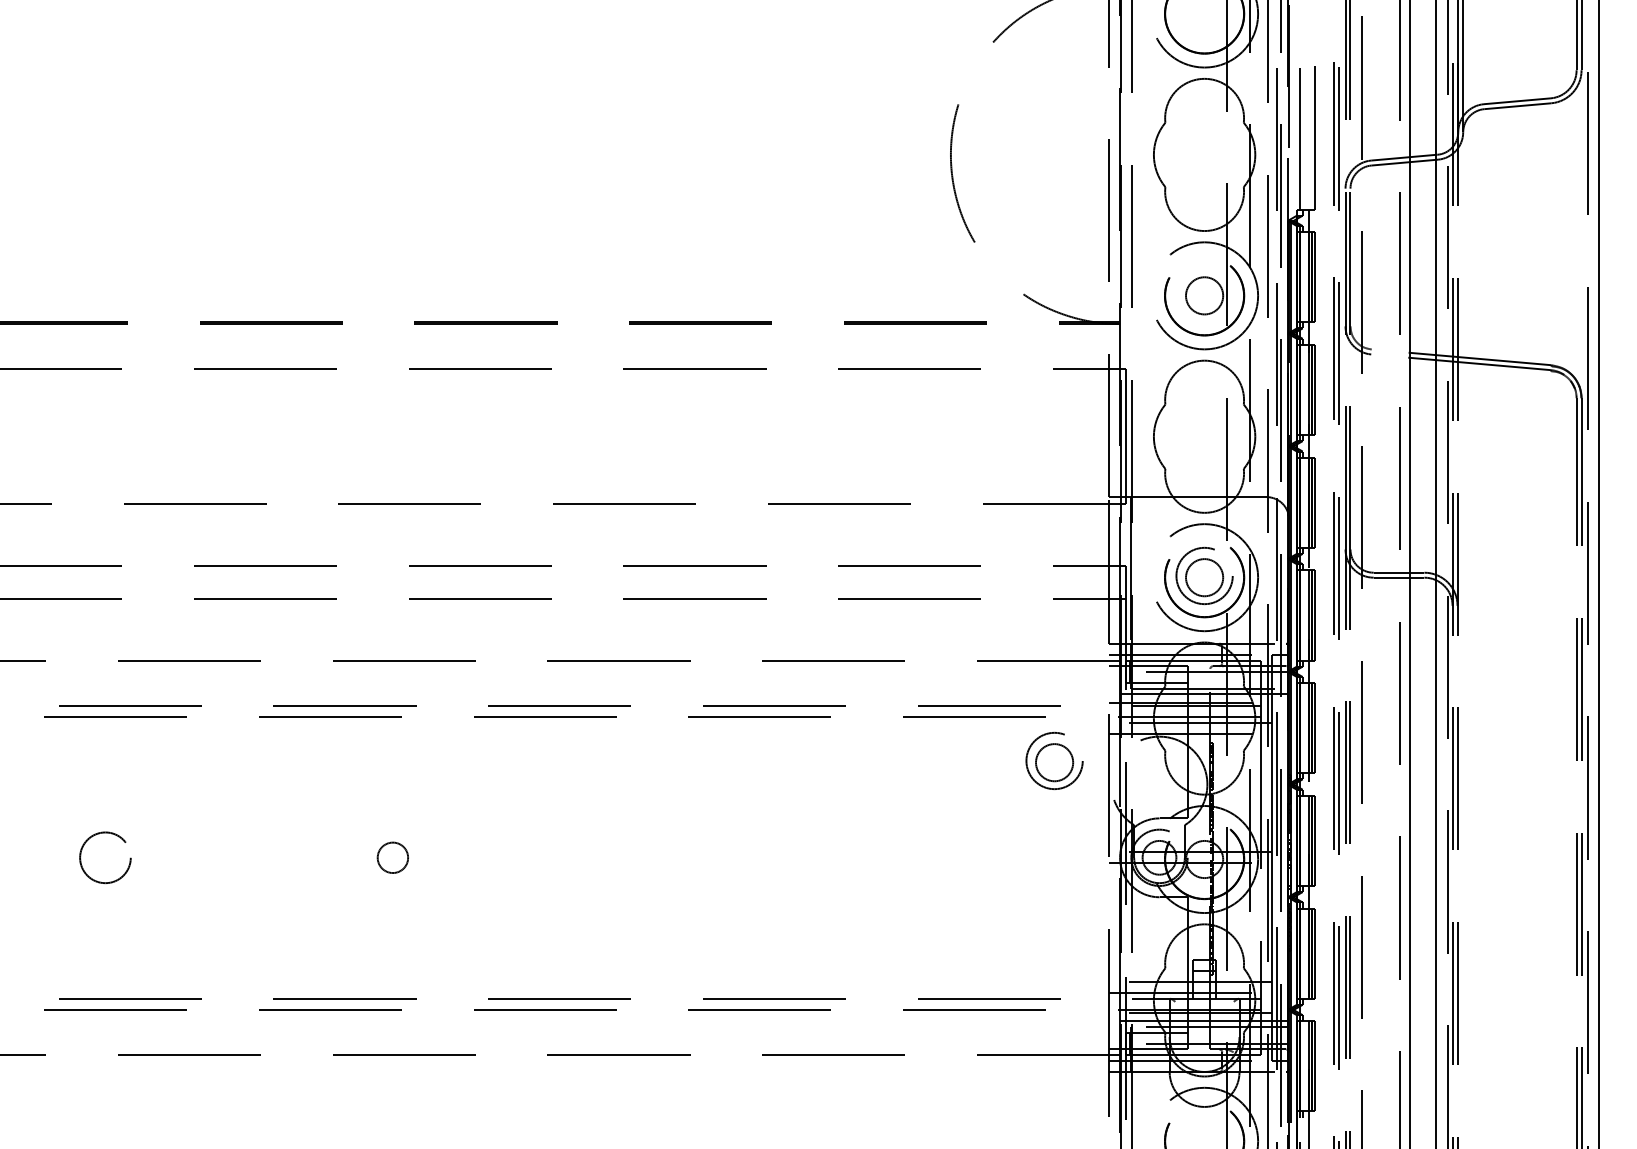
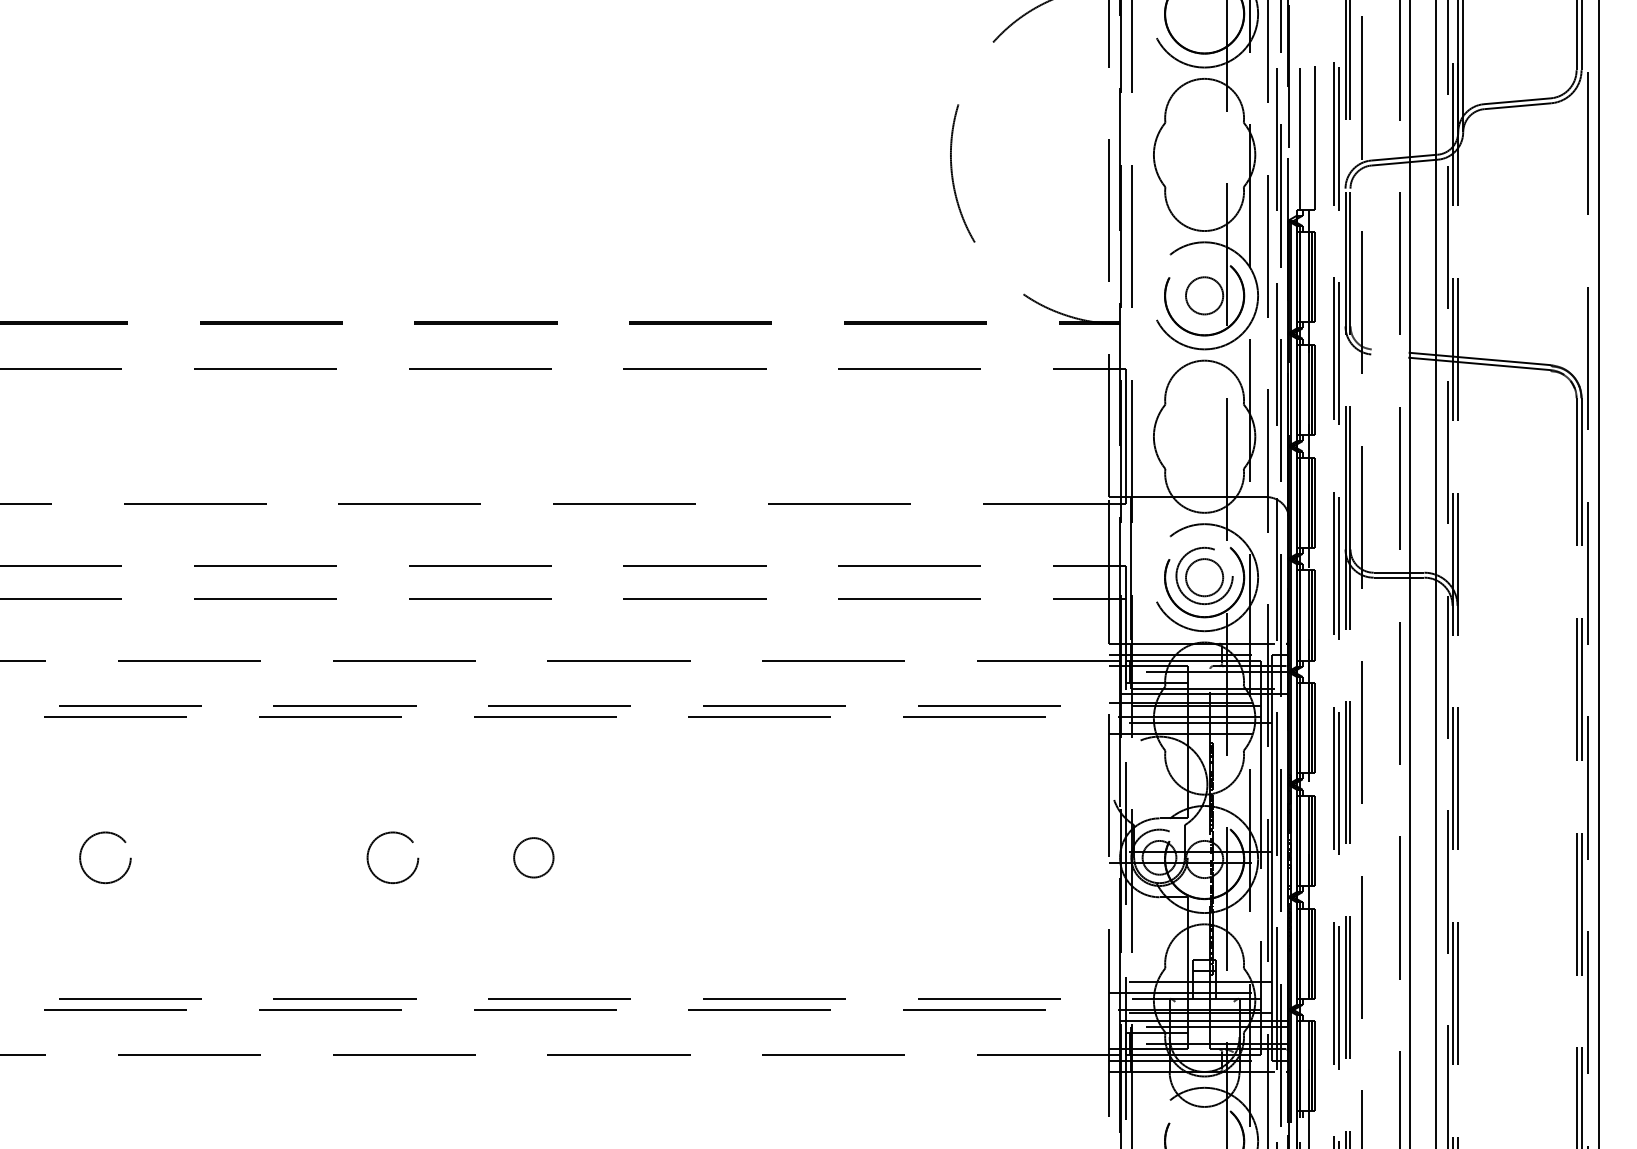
part at (1054, 760): present -> none
circle at (392, 857) diameter: 30 px -> 51 px
circle at (533, 857): none -> present
